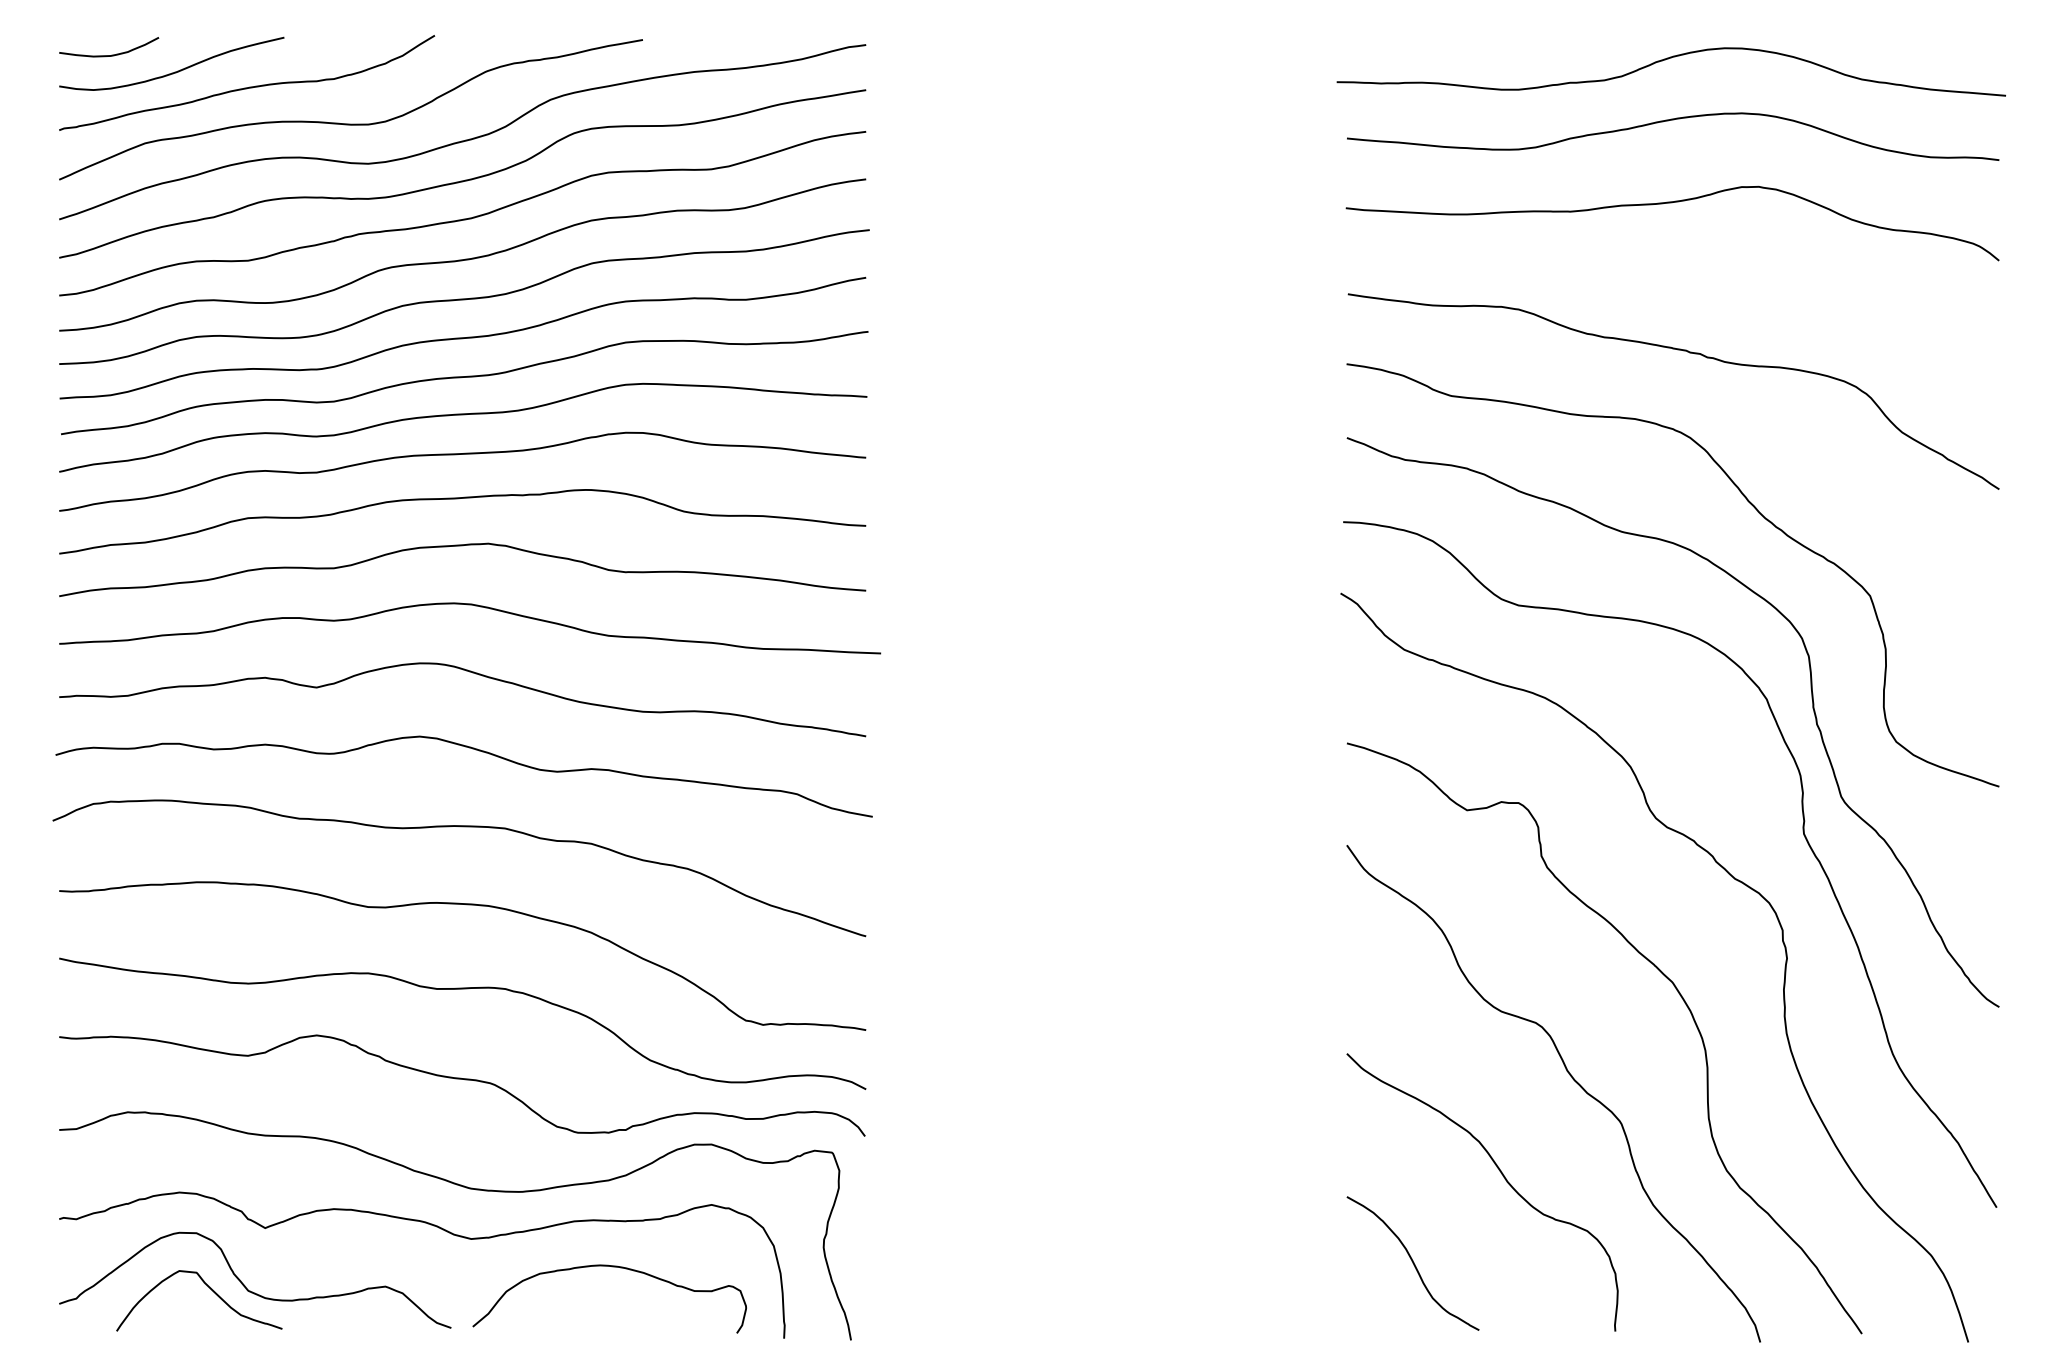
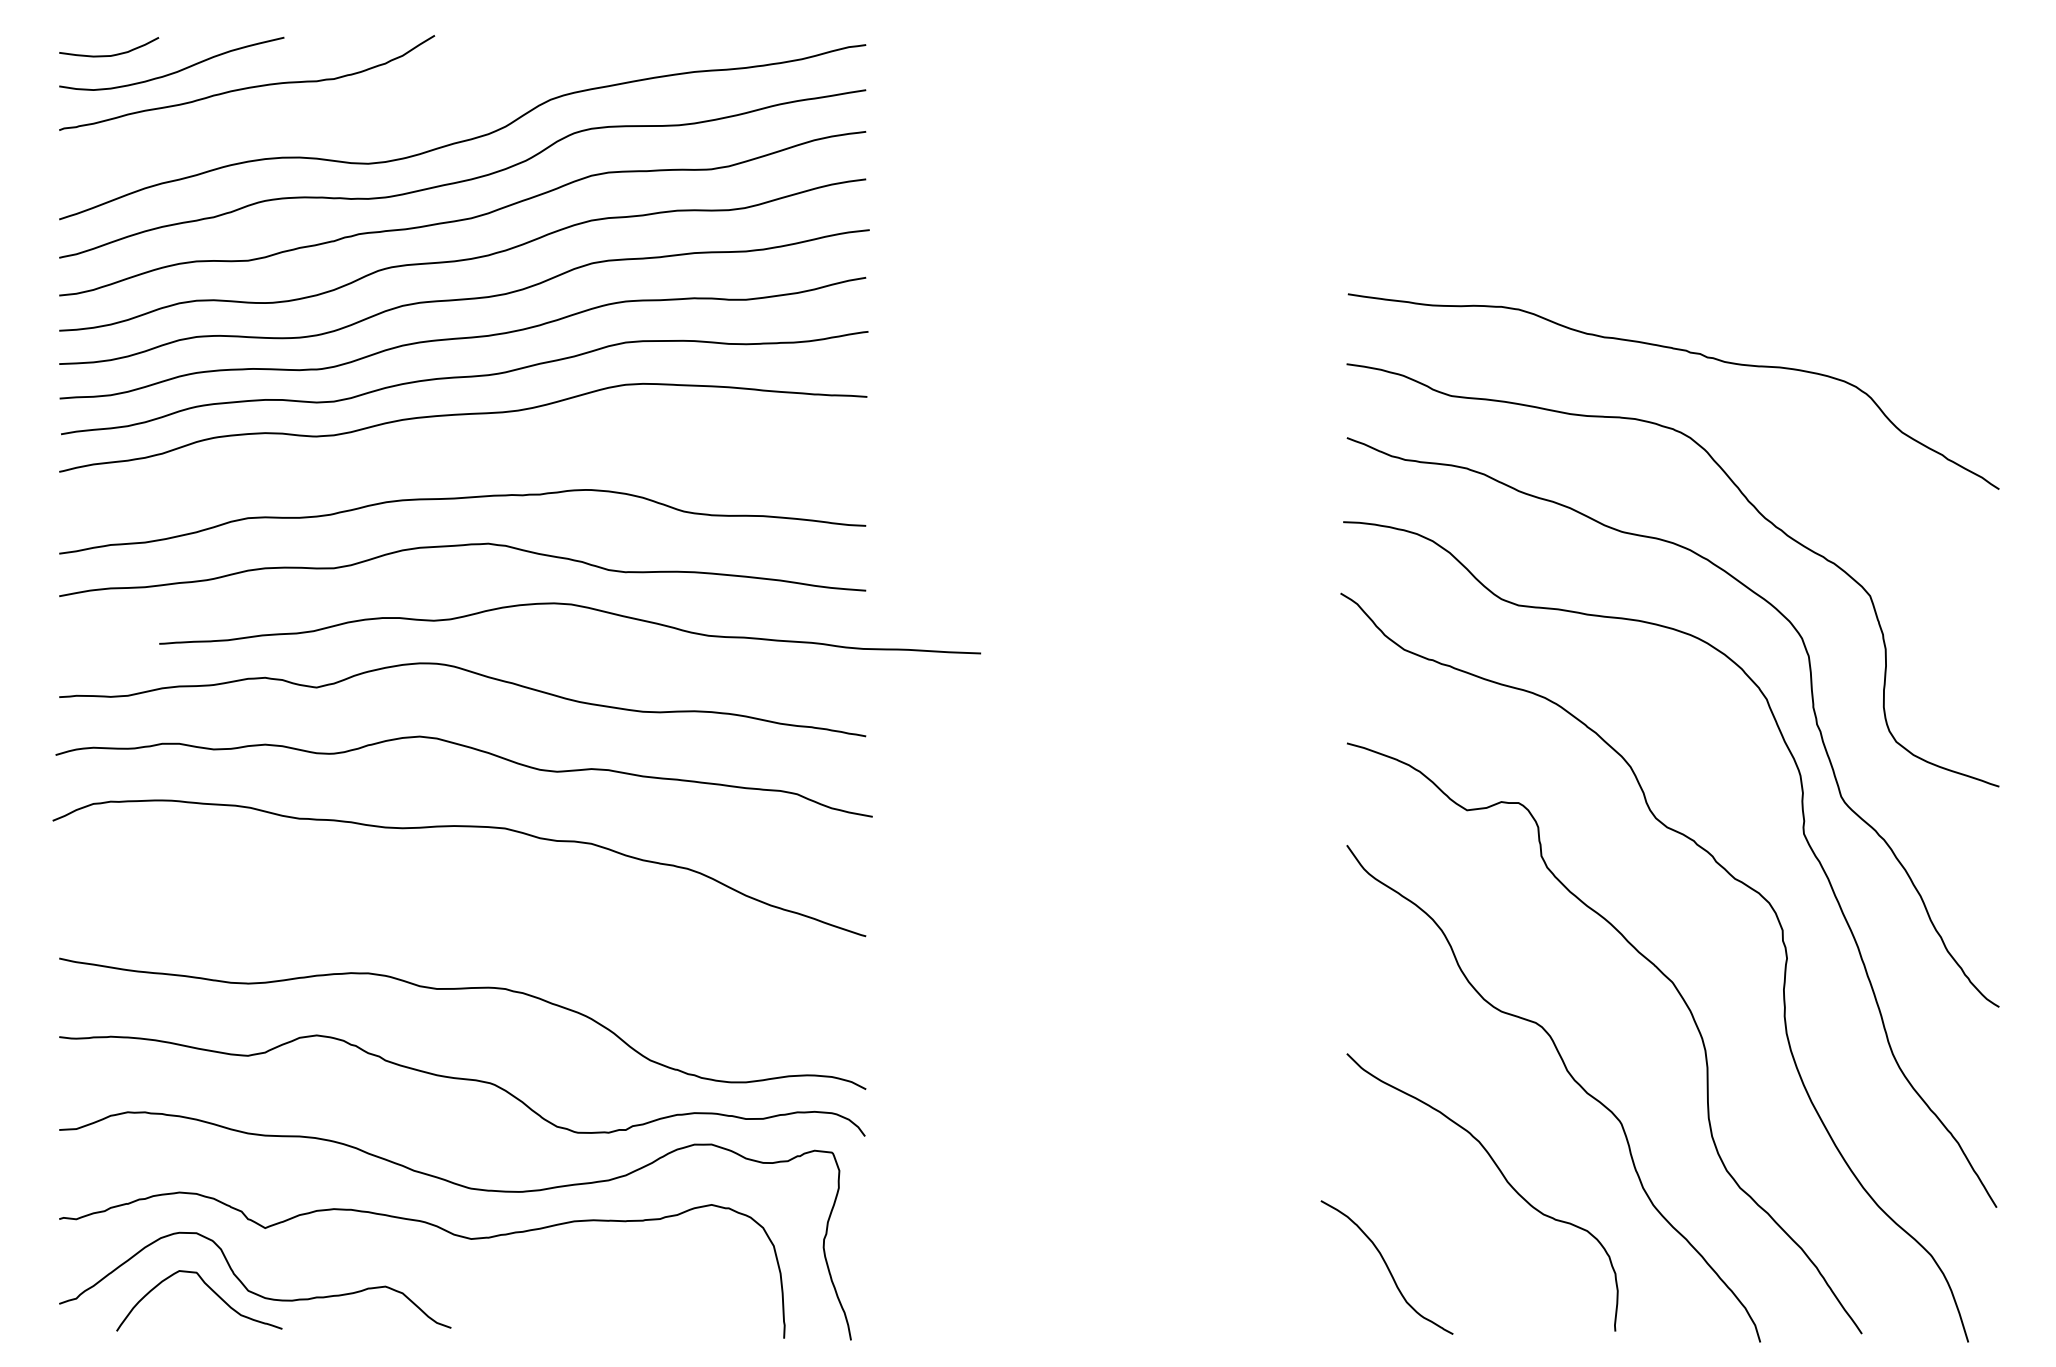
curve at (1665, 60): present -> none
curve at (1668, 121): present -> none
curve at (350, 123): present -> none
curve at (1672, 203): present -> none
curve at (462, 454): present -> none
curve at (475, 606) position: (475, 606) -> (575, 606)
curve at (466, 905): present -> none
curve at (1412, 1263) position: (1412, 1263) -> (1386, 1267)
curve at (612, 1267): present -> none
